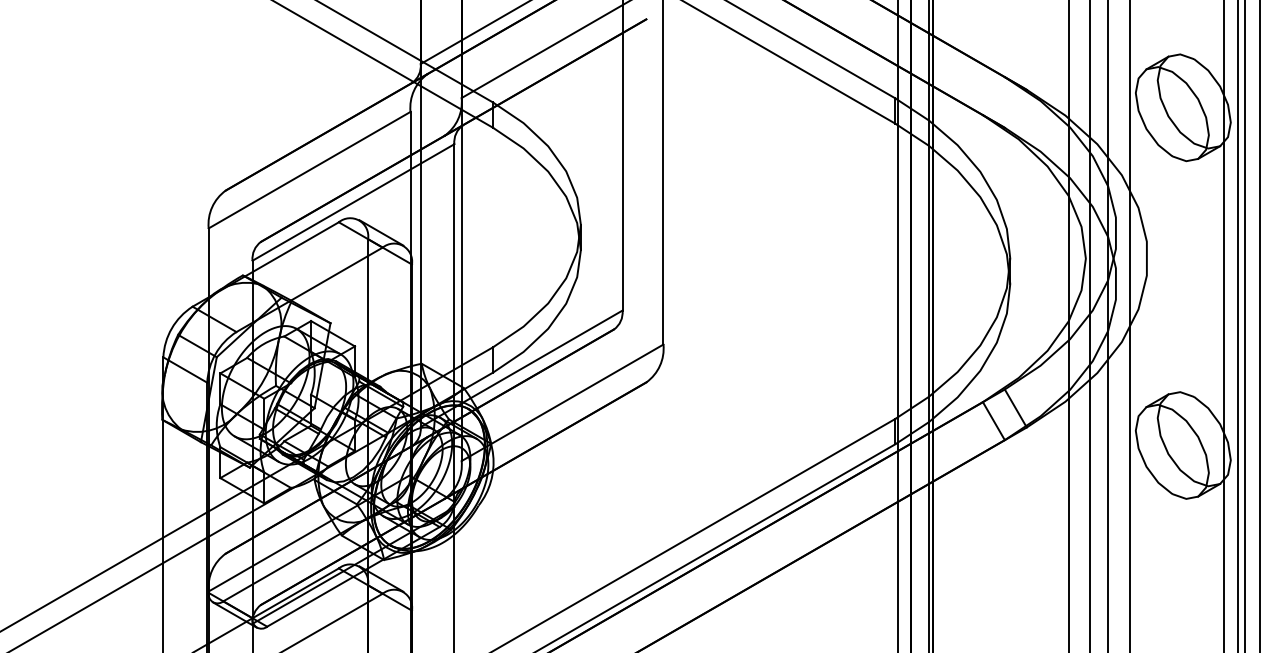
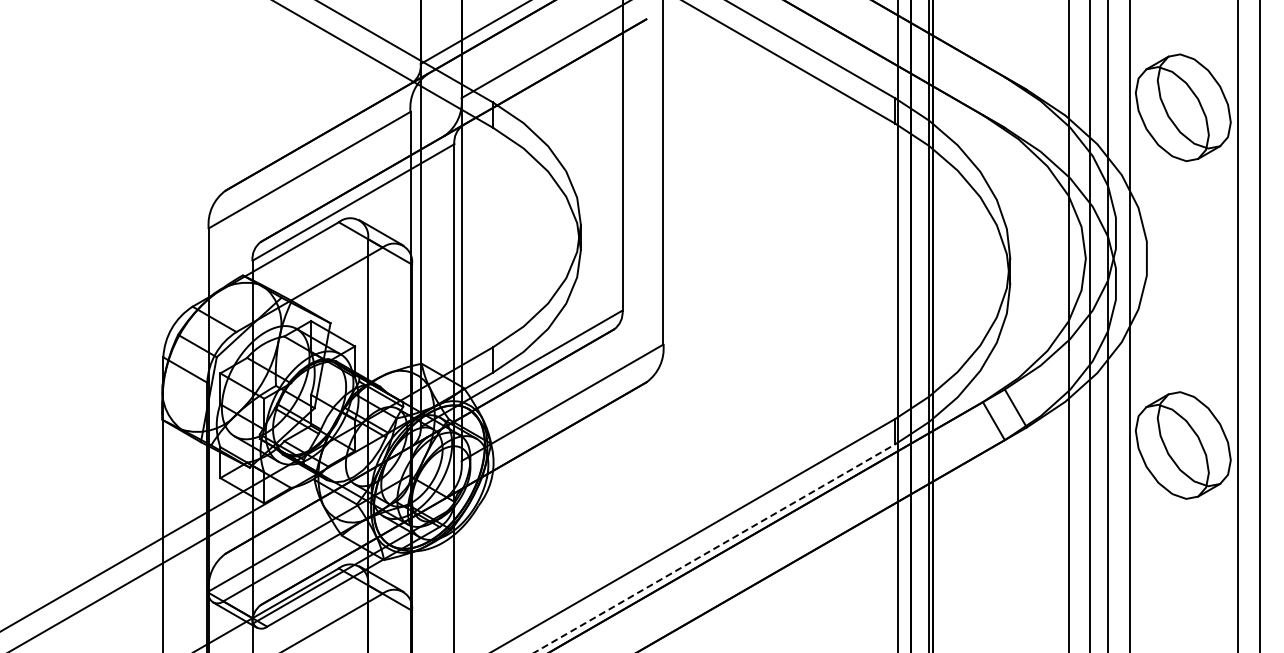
line at (1223, 325): present -> none
line at (1245, 325): present -> none
line at (715, 548): solid -> dashed
